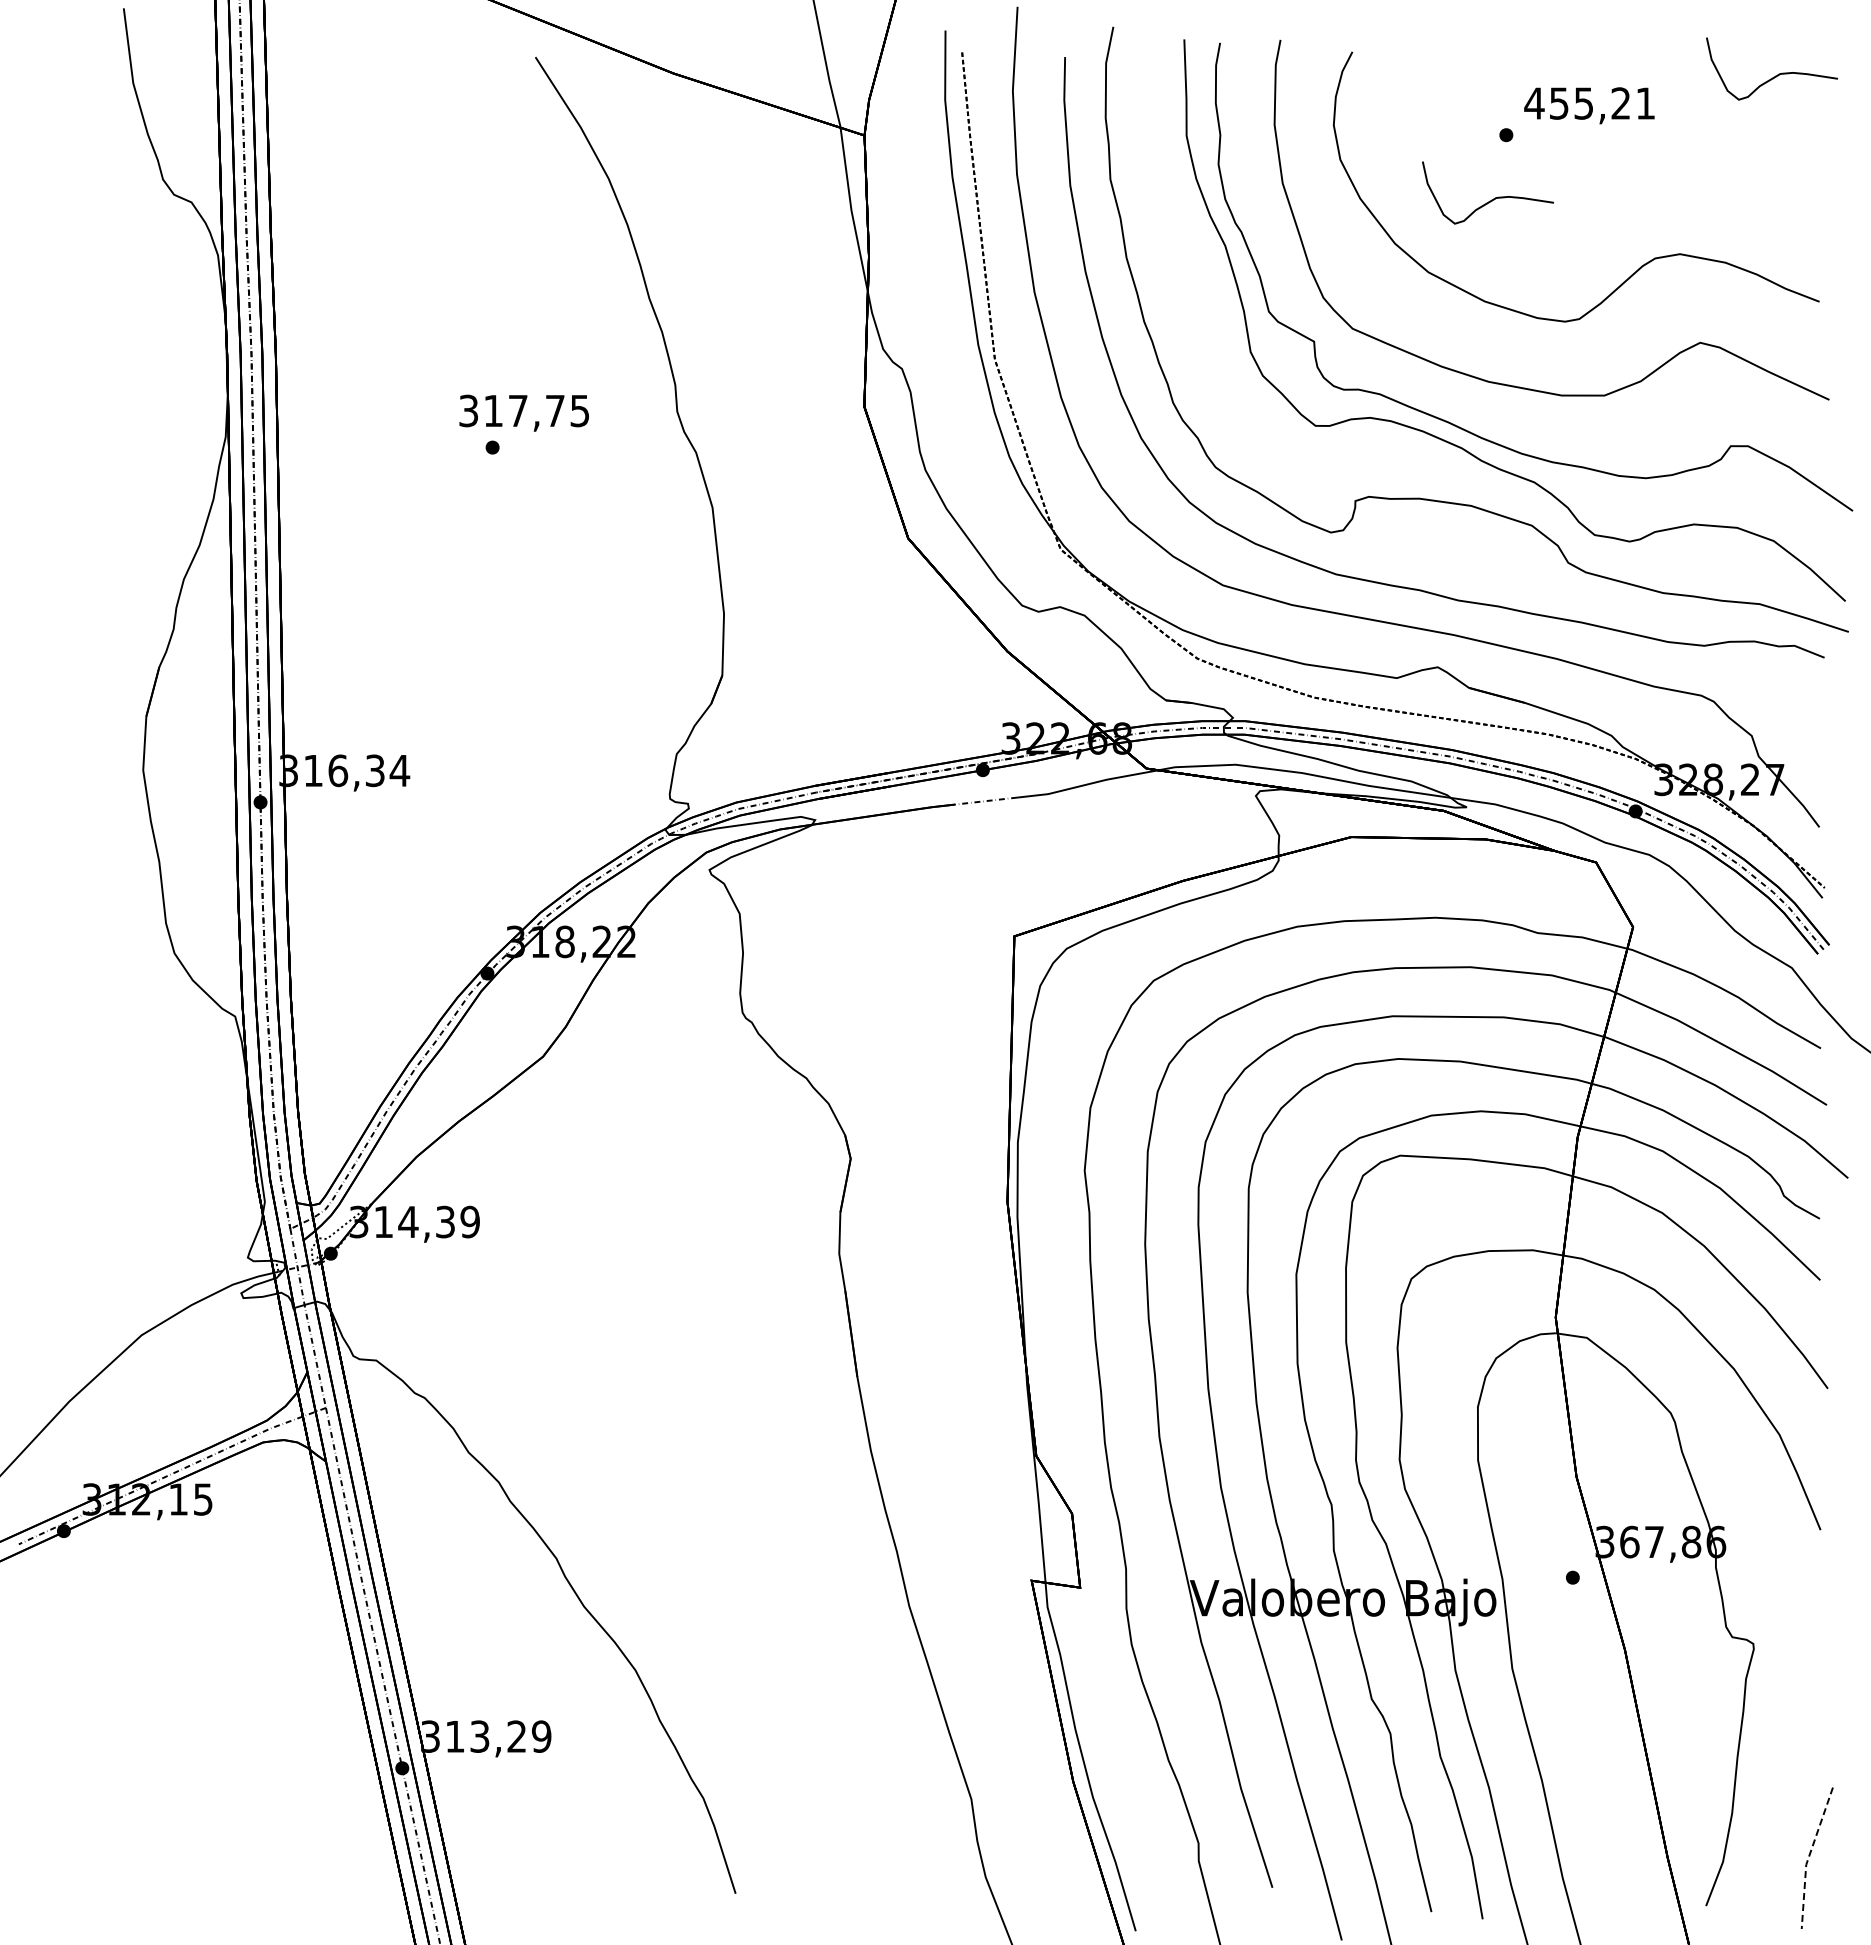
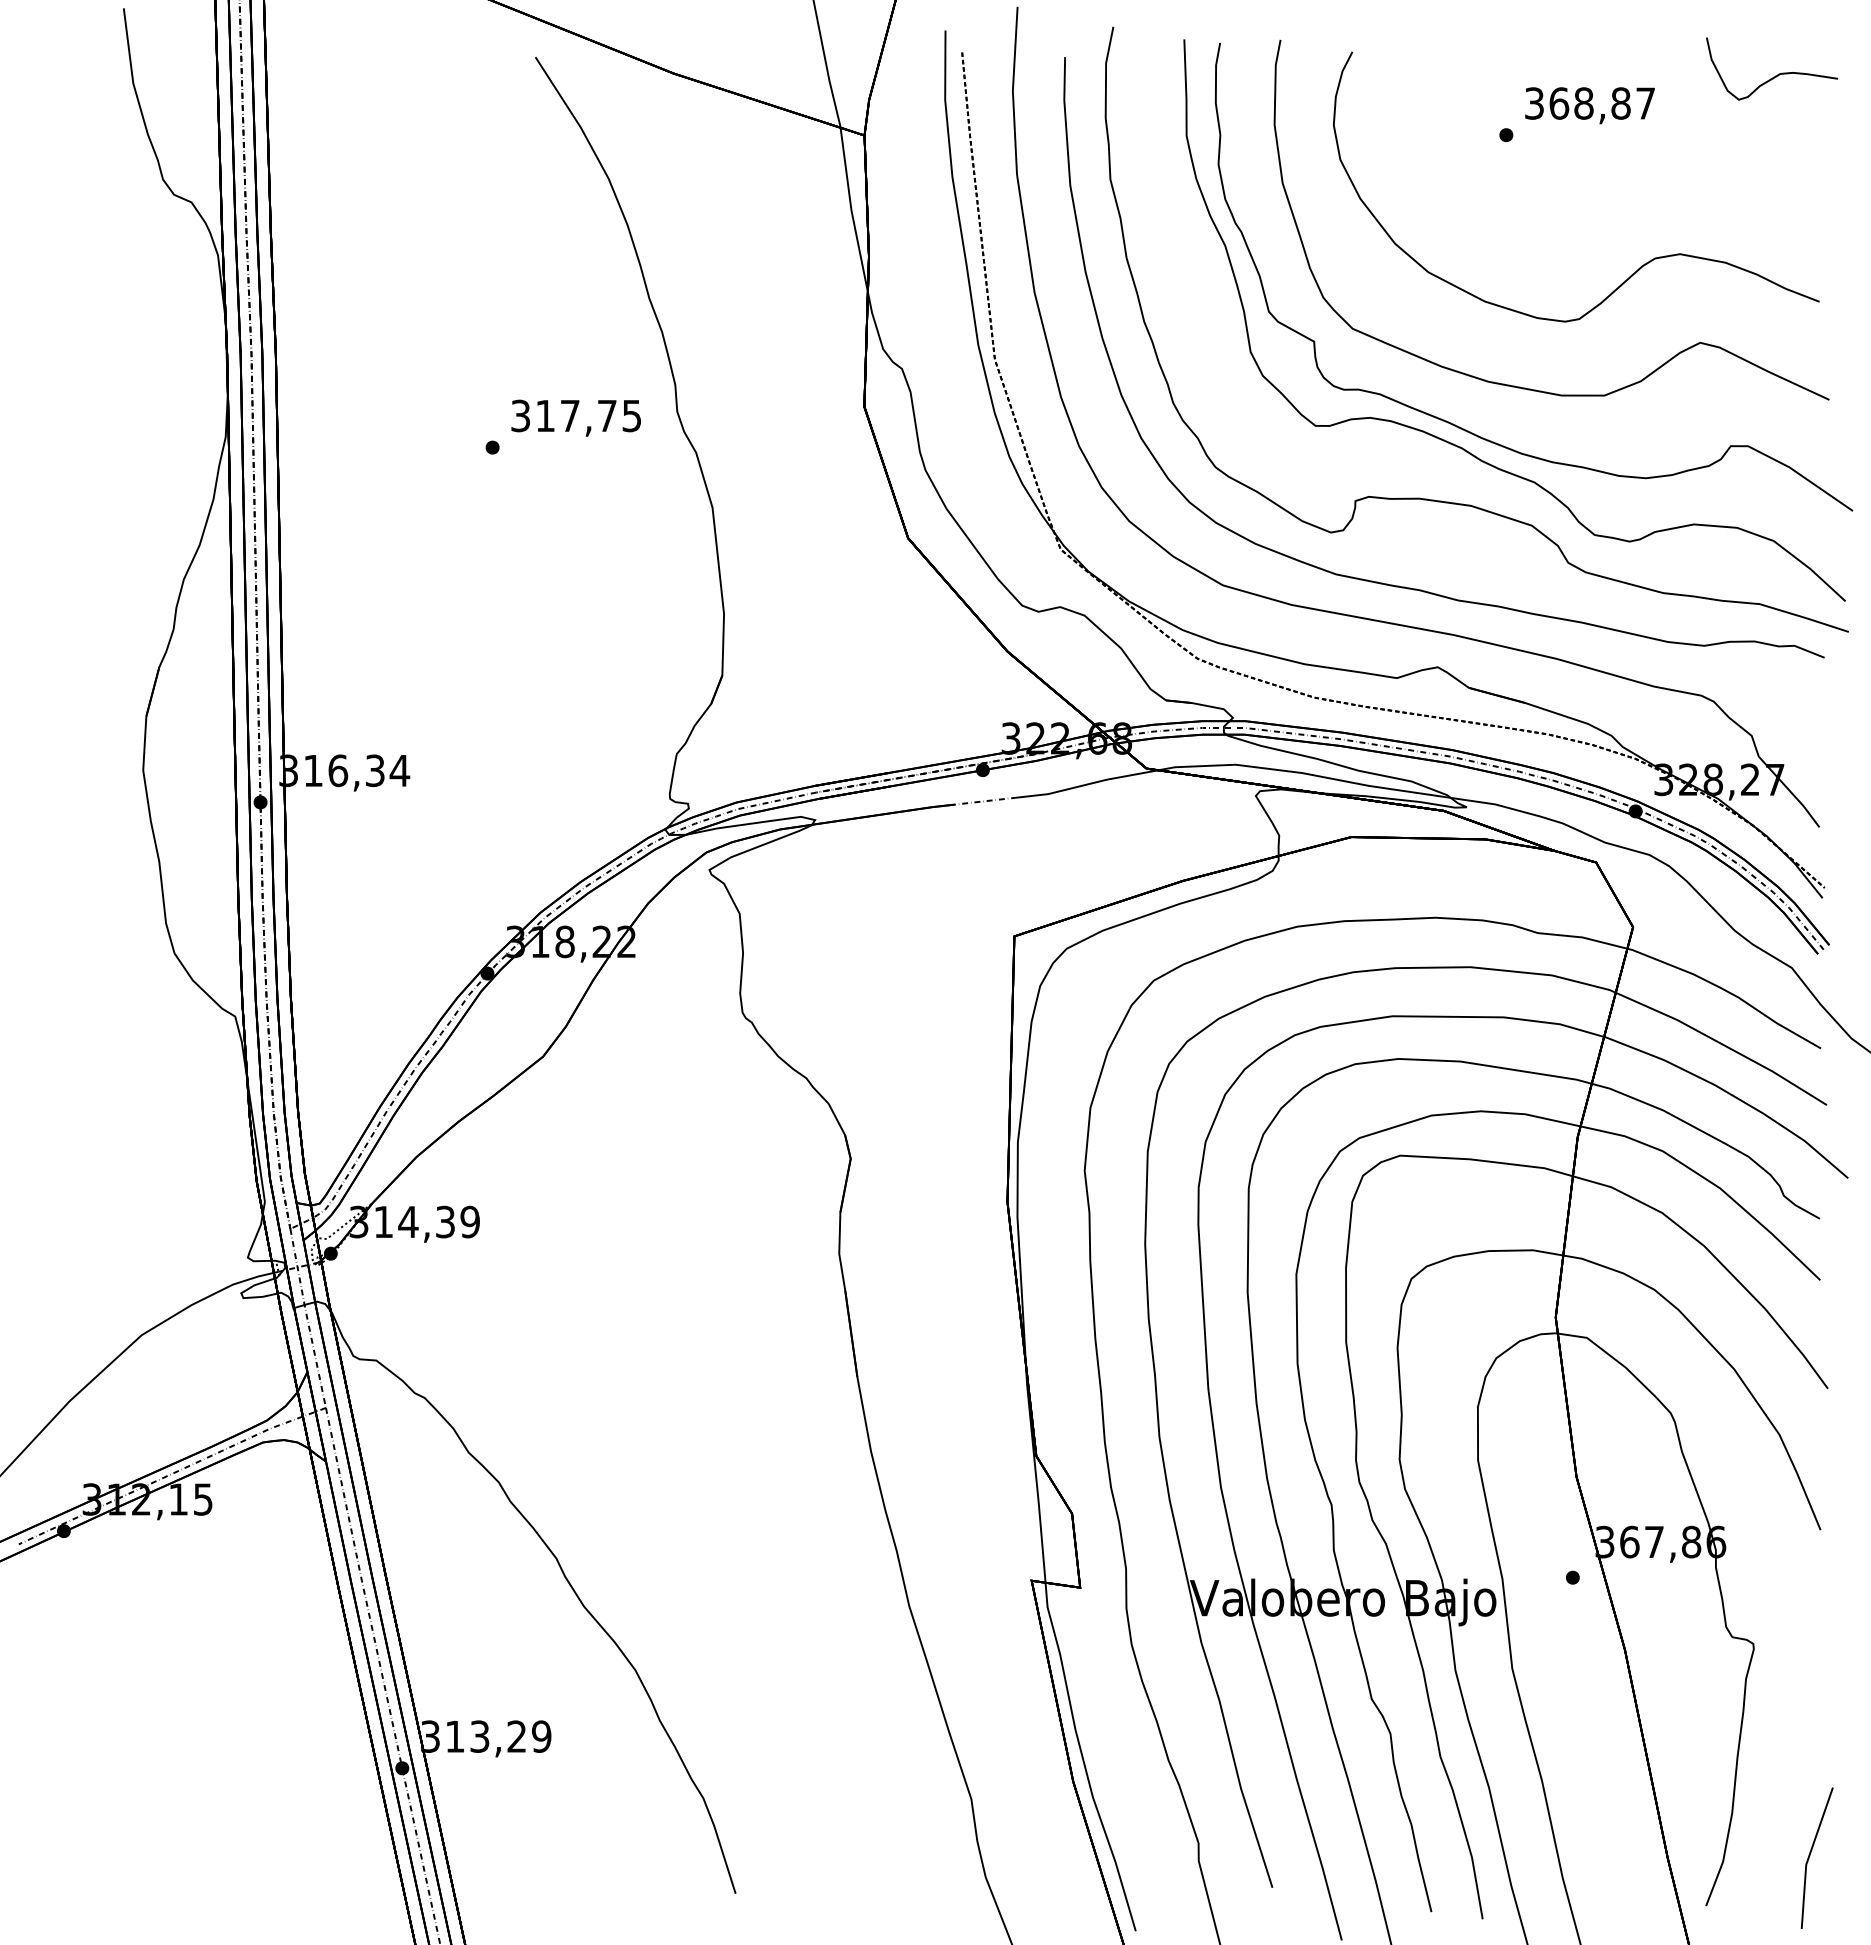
text at (1589, 103): 455,21 -> 368,87
curve at (1491, 199): present -> none
text at (523, 412) position: (523, 412) -> (575, 417)
line at (1808, 1857): dashed -> solid
